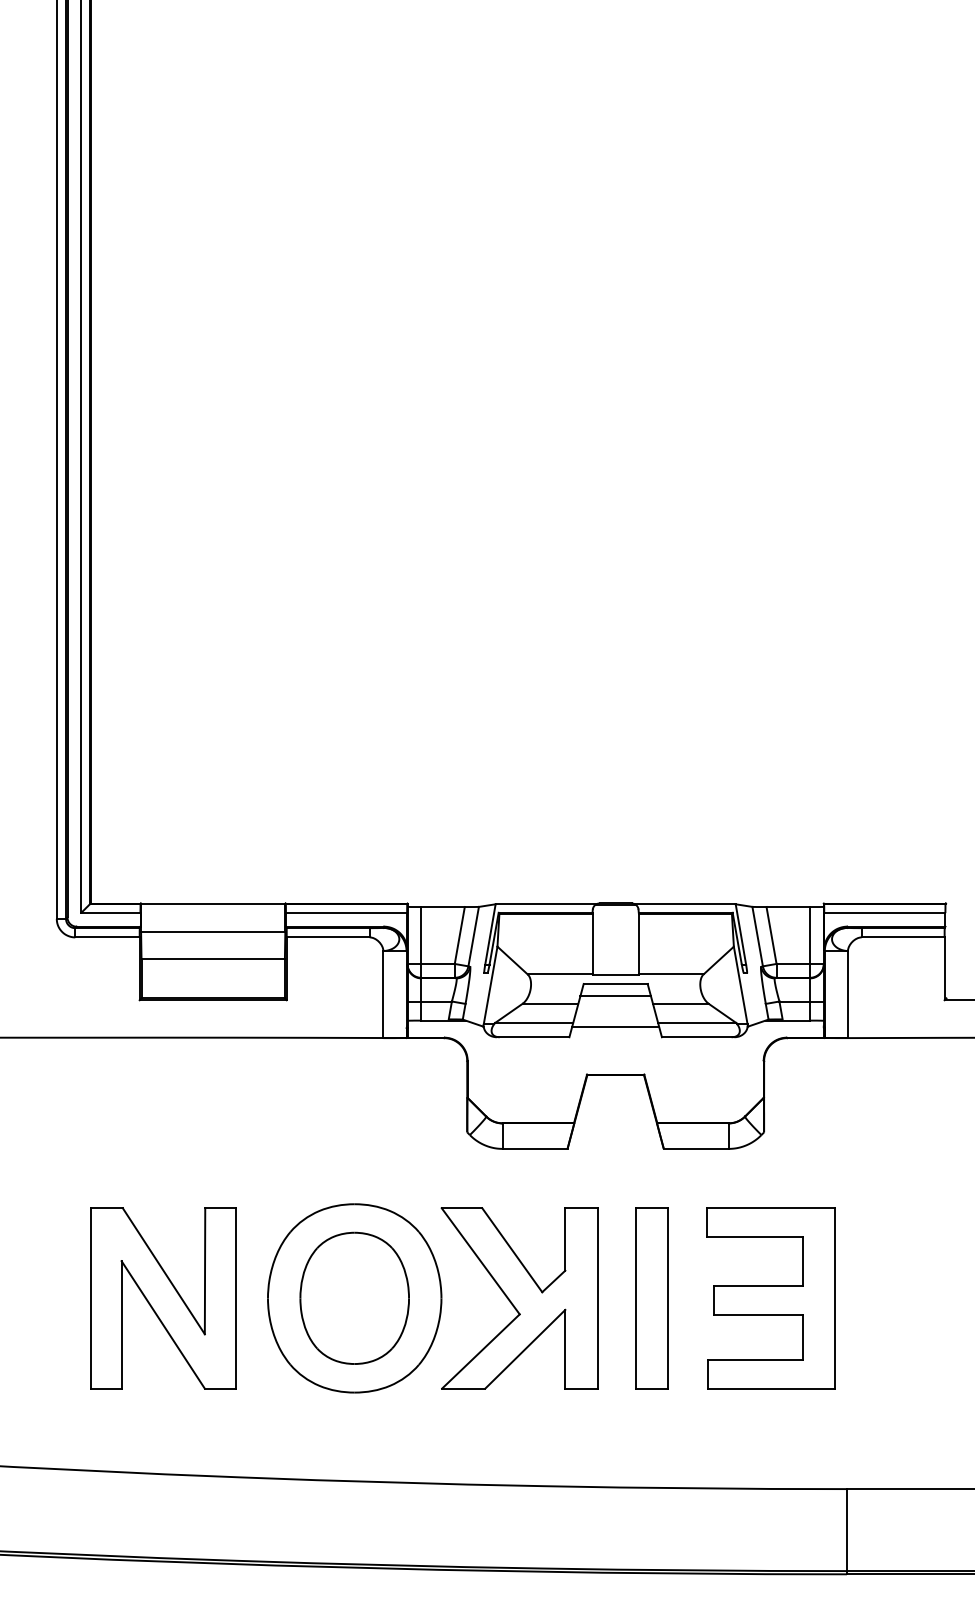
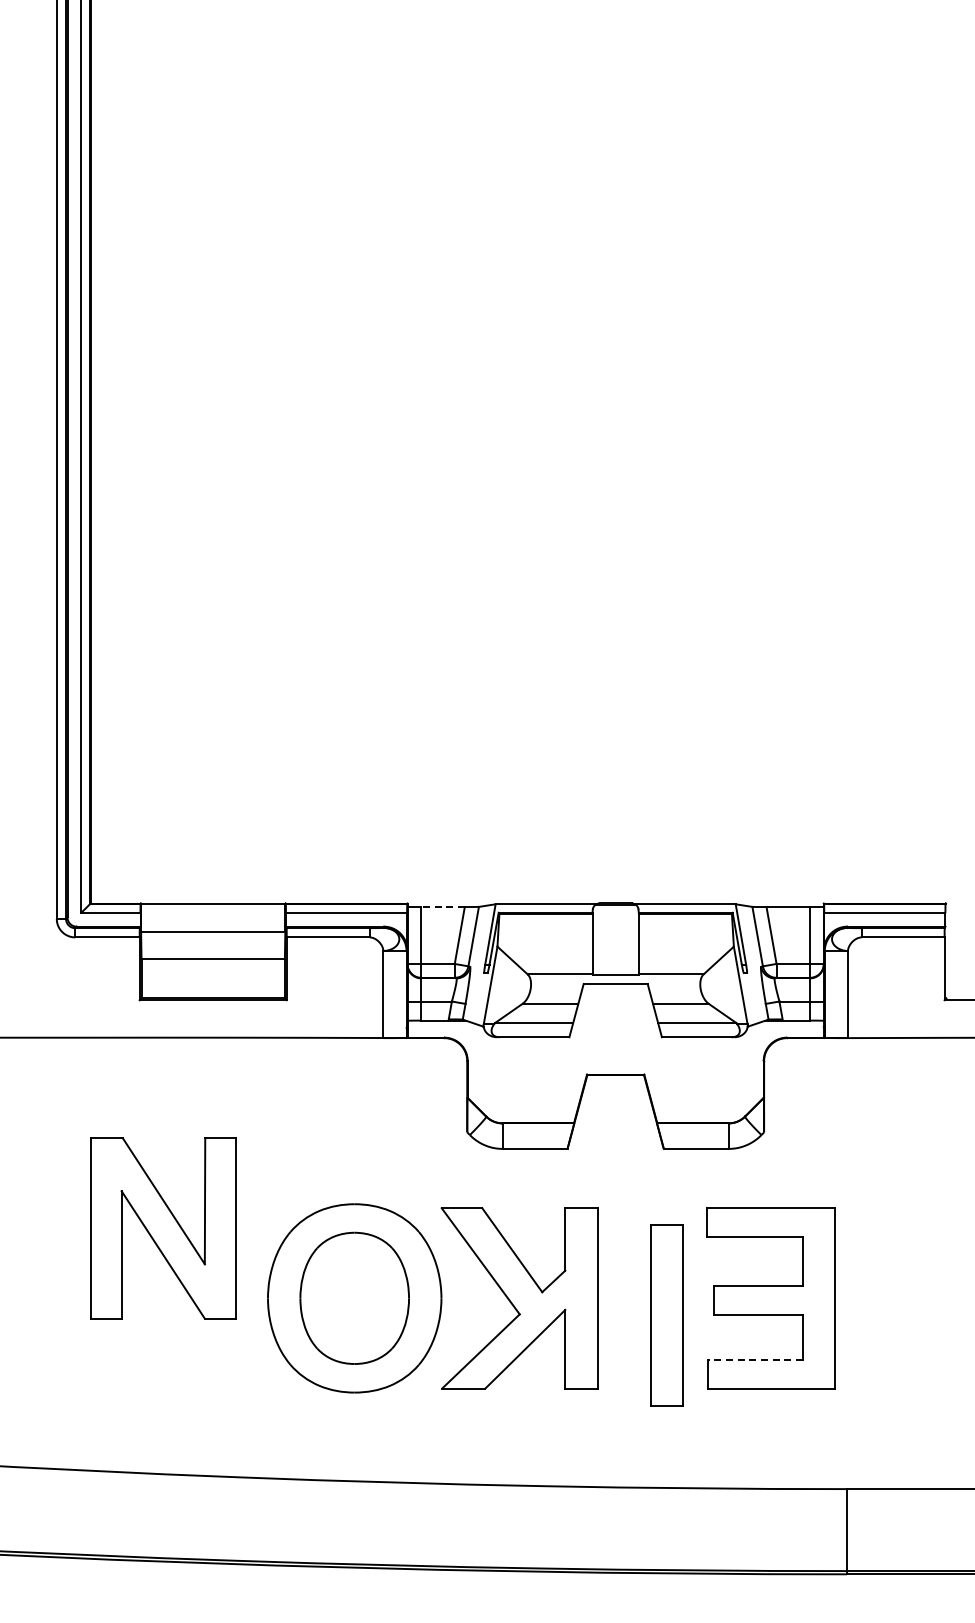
line at (443, 907): solid -> dashed
line at (615, 996): present -> none
line at (615, 1026): present -> none
part at (163, 1298) position: (163, 1298) -> (163, 1228)
part at (651, 1298) position: (651, 1298) -> (666, 1315)
line at (755, 1359): solid -> dashed
